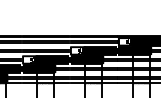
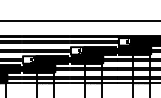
line at (79, 20): none -> present
